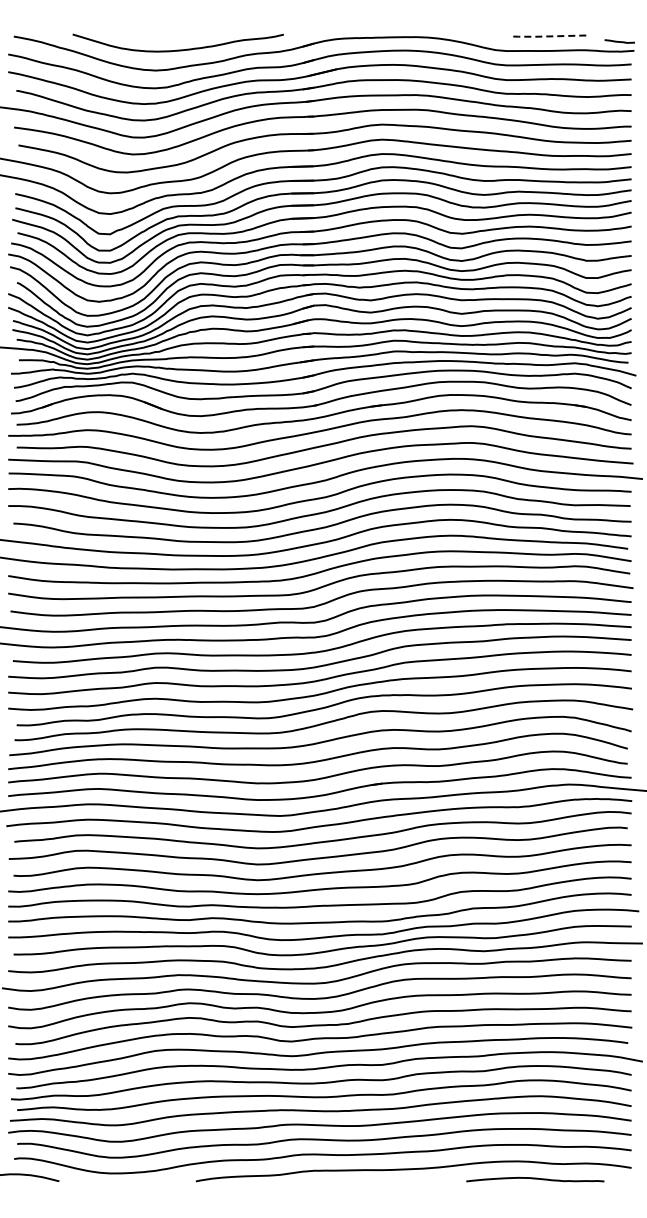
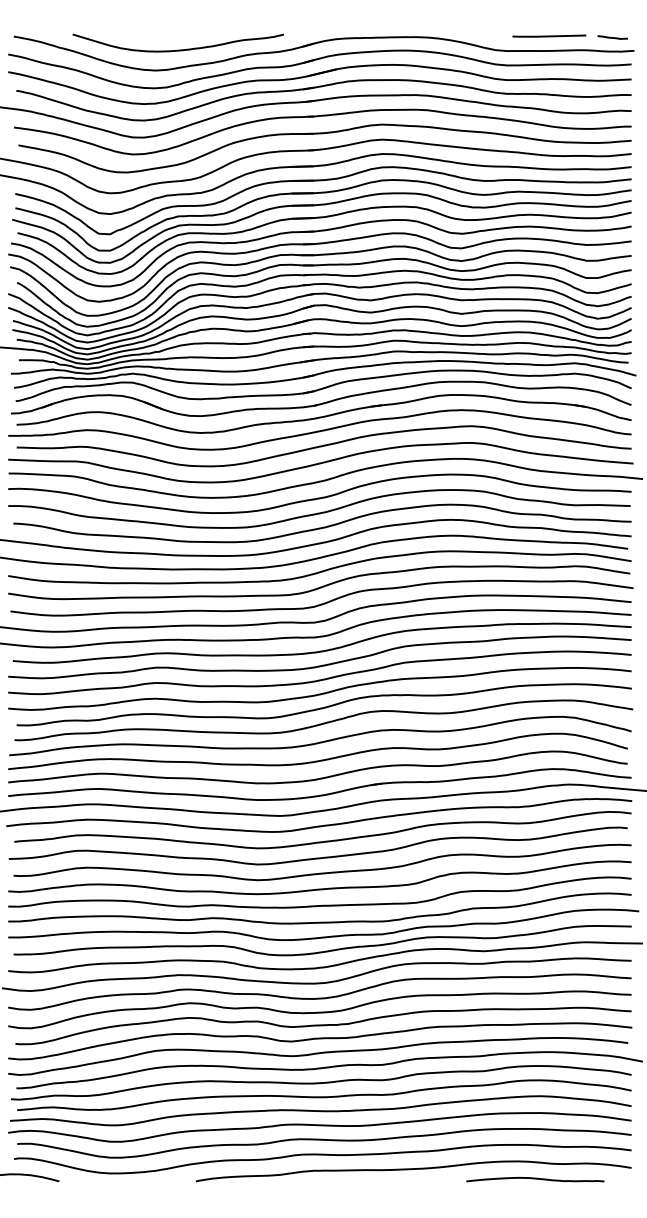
line at (547, 36): dashed -> solid
line at (619, 41) position: (619, 41) -> (612, 37)
